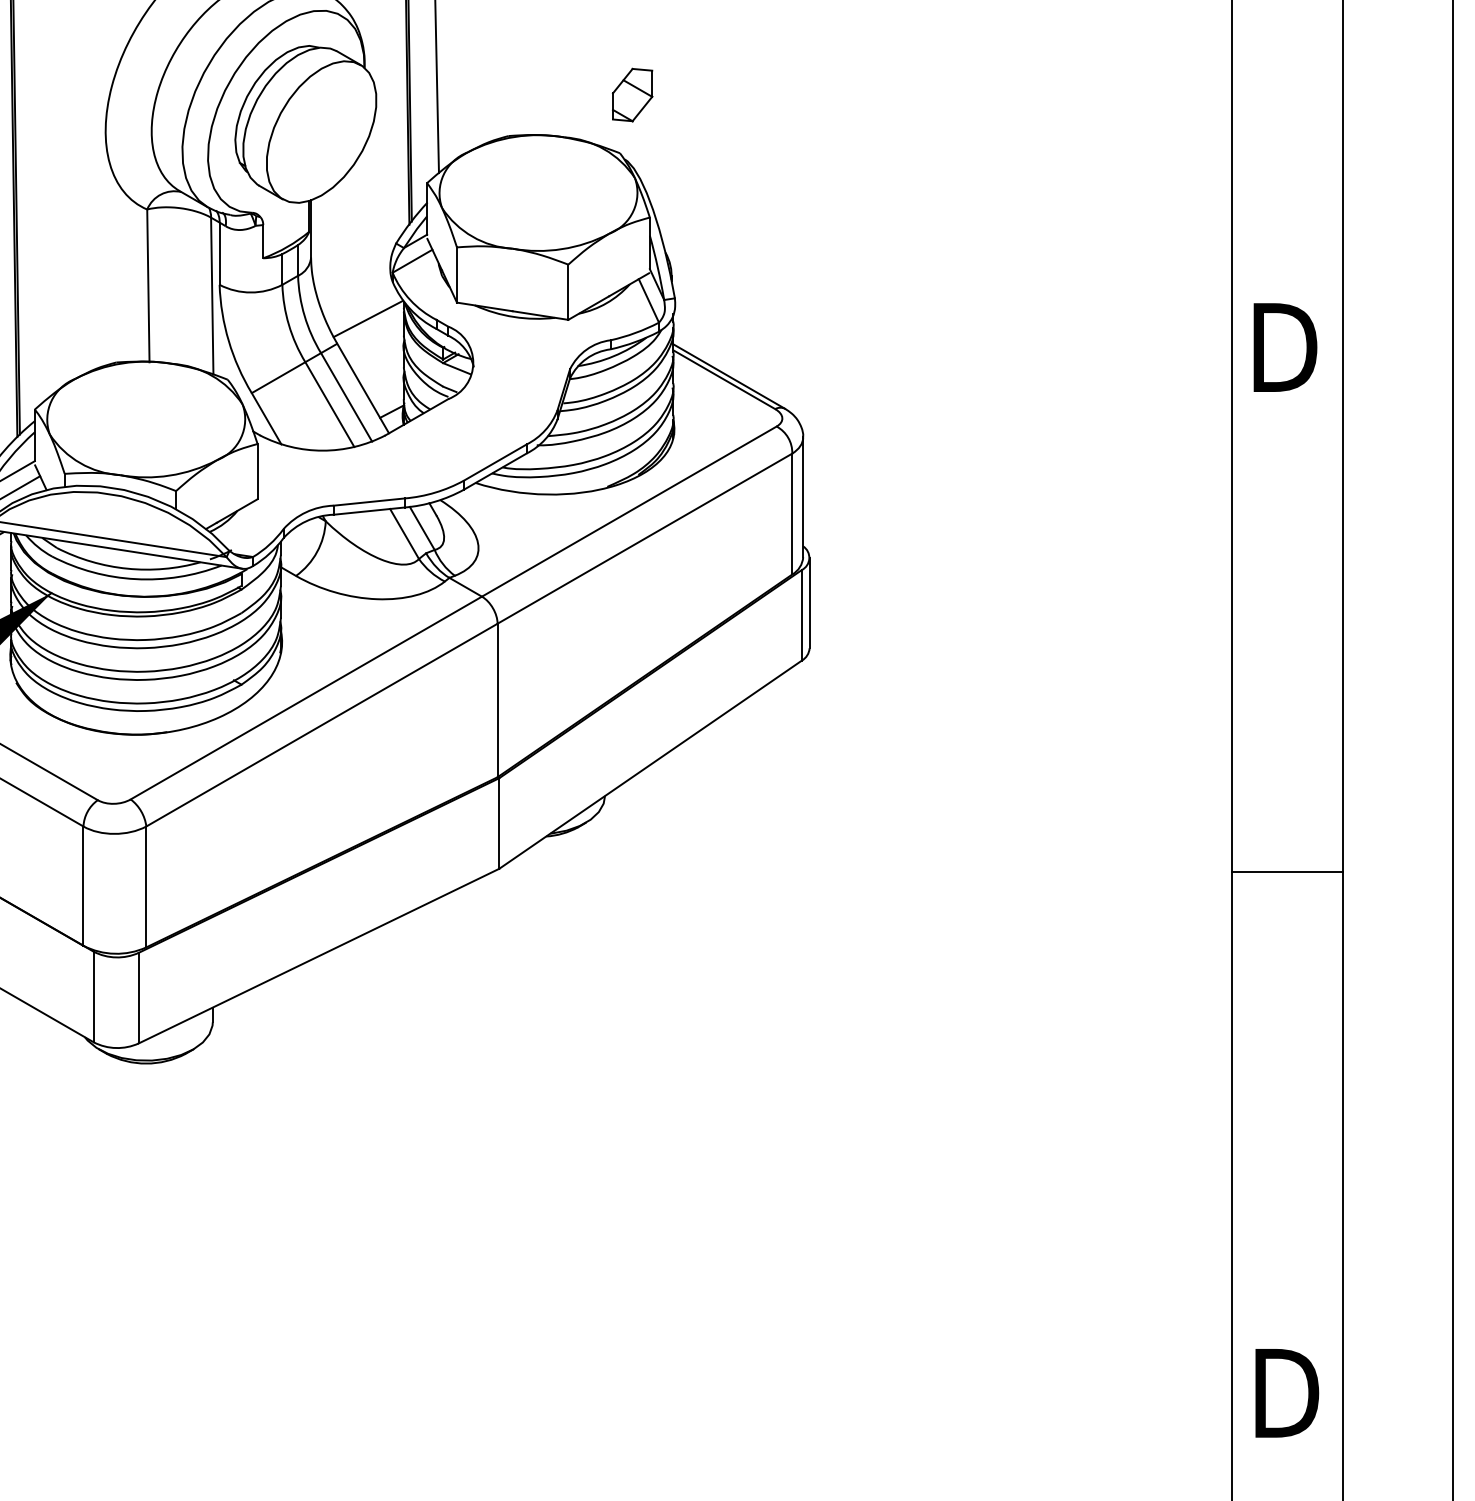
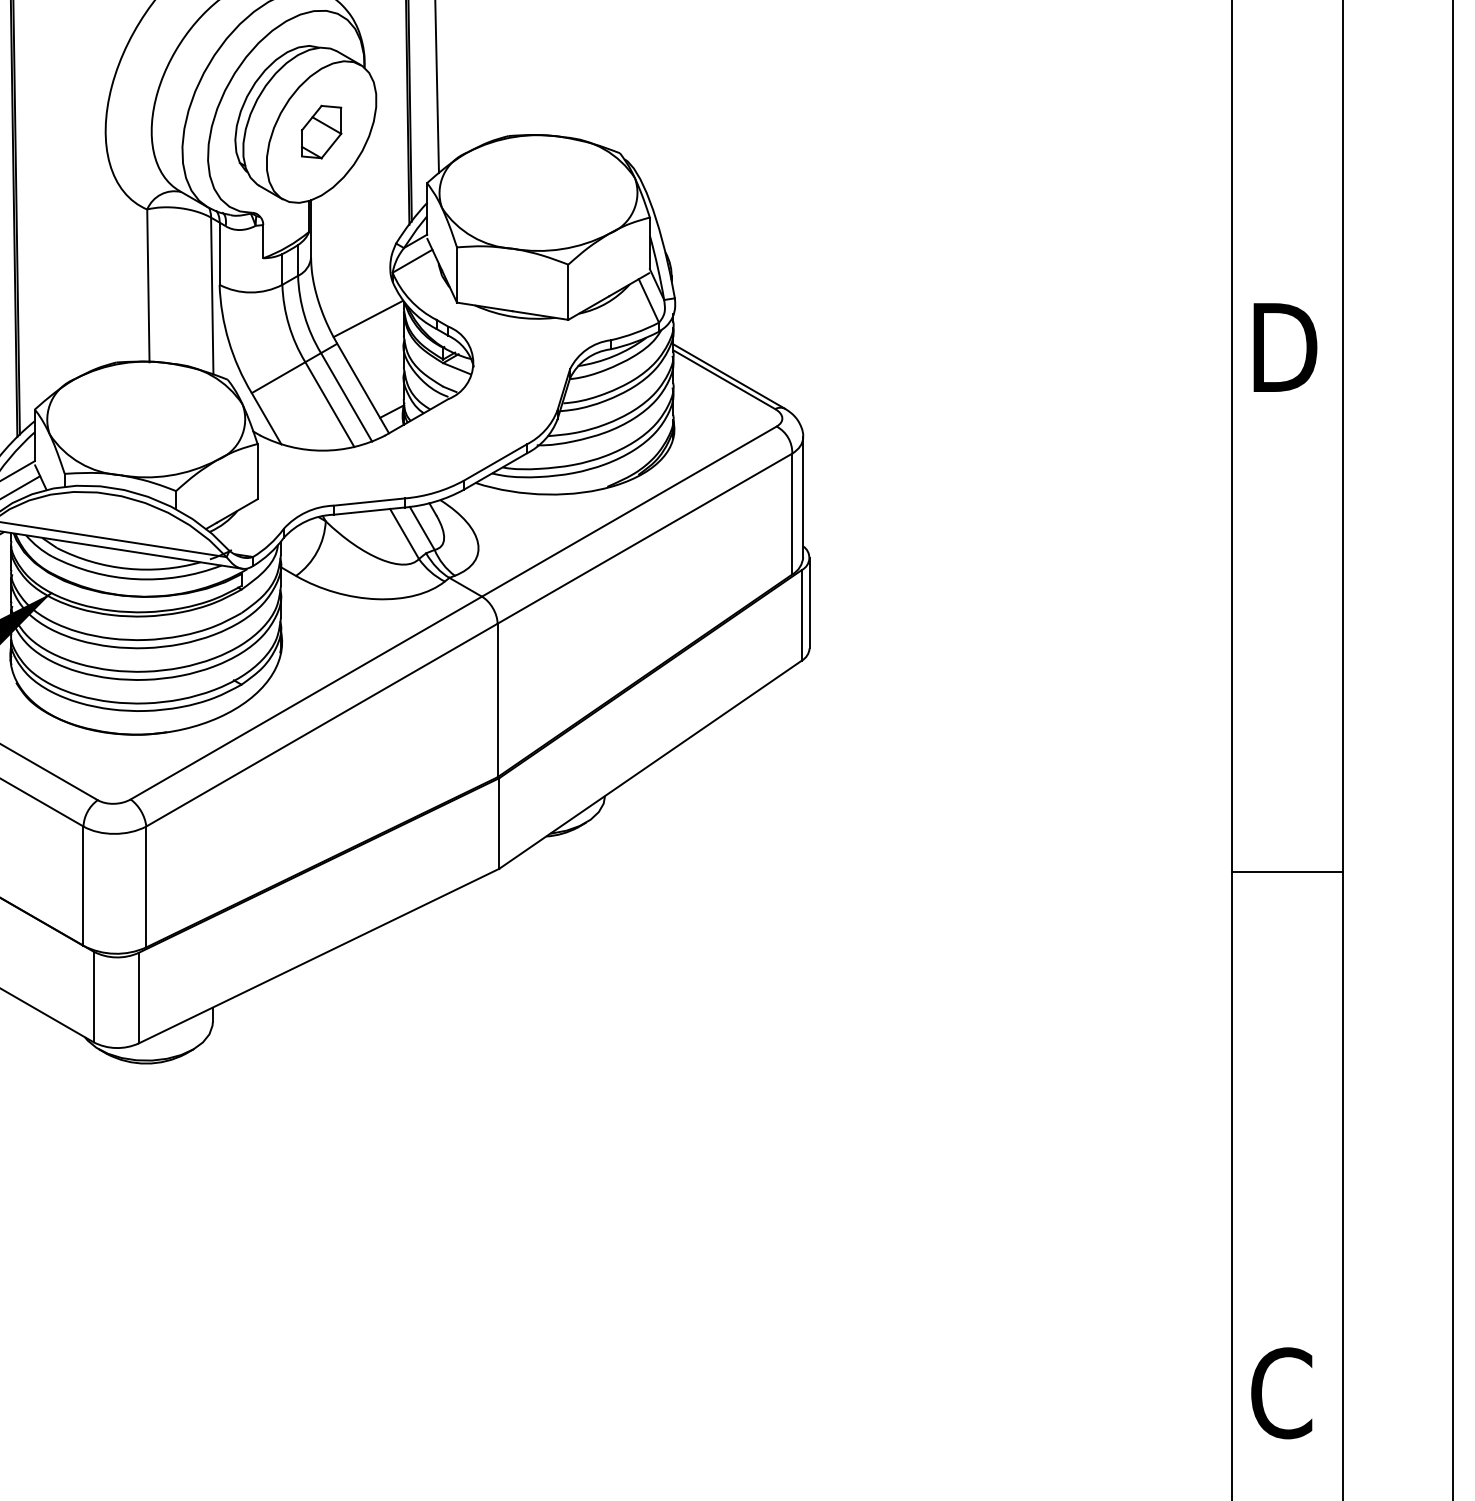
part at (632, 94) position: (632, 94) -> (321, 131)
text at (1285, 1393): D -> C
